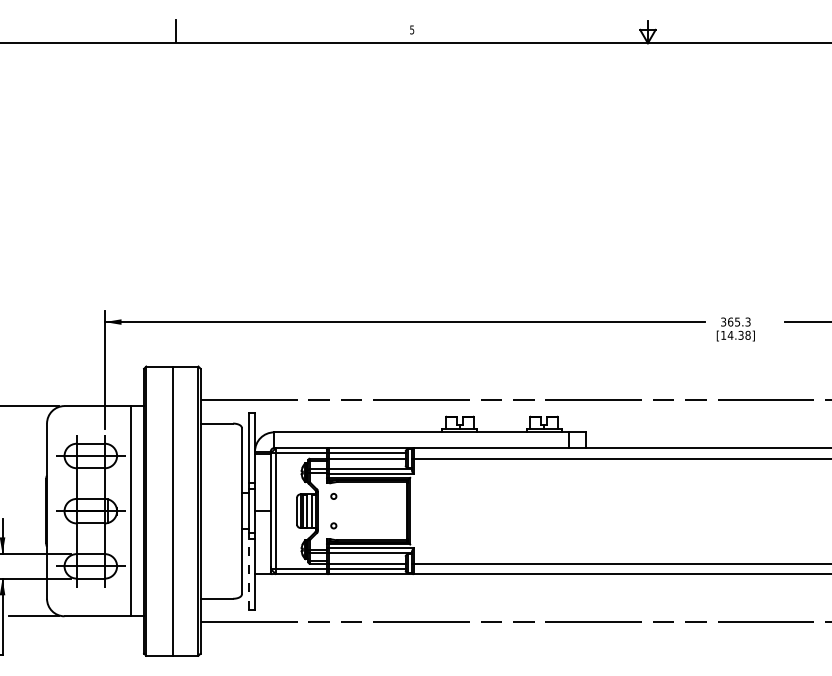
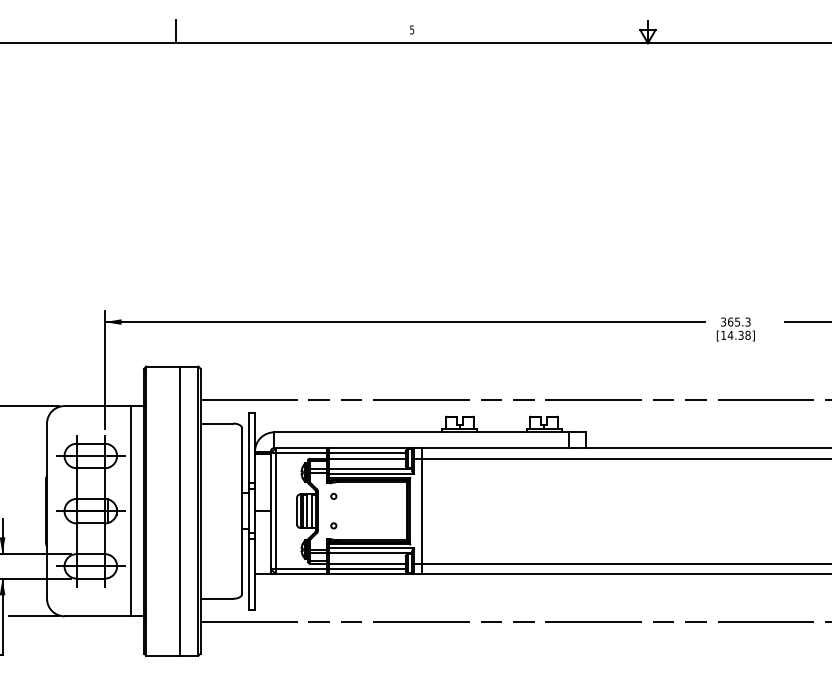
line at (172, 510) position: (172, 510) -> (179, 510)
line at (422, 511): none -> present
line at (249, 570): dashed -> solid
